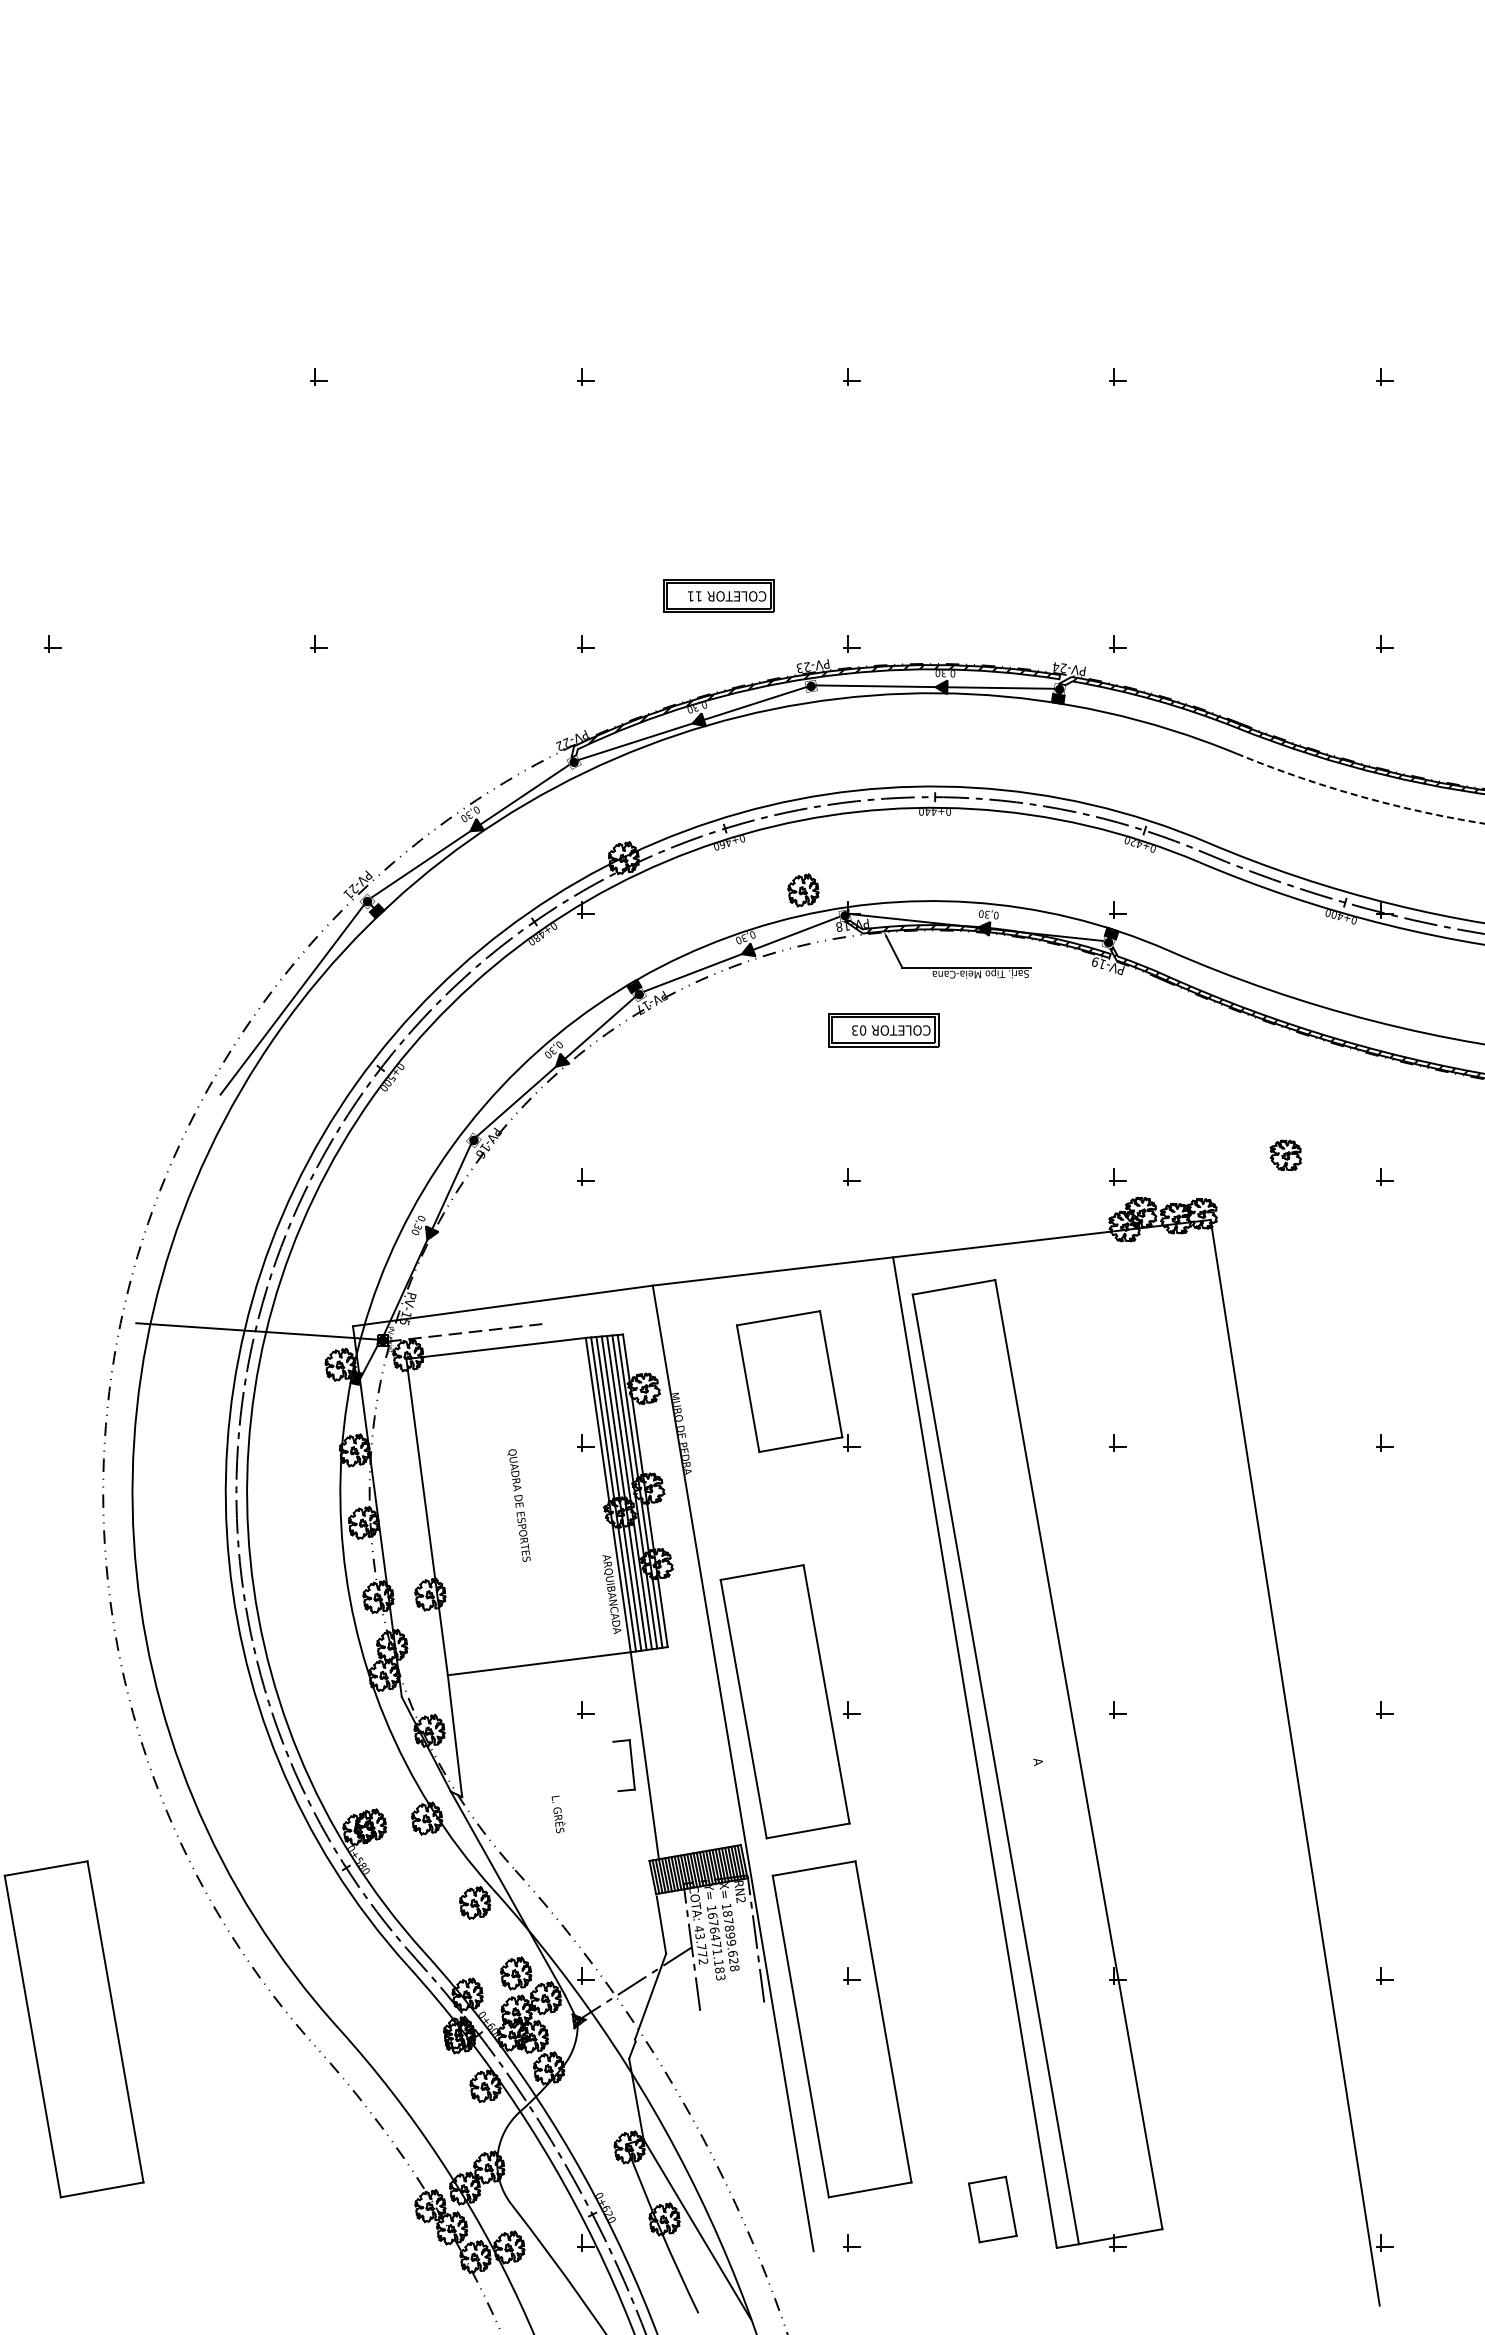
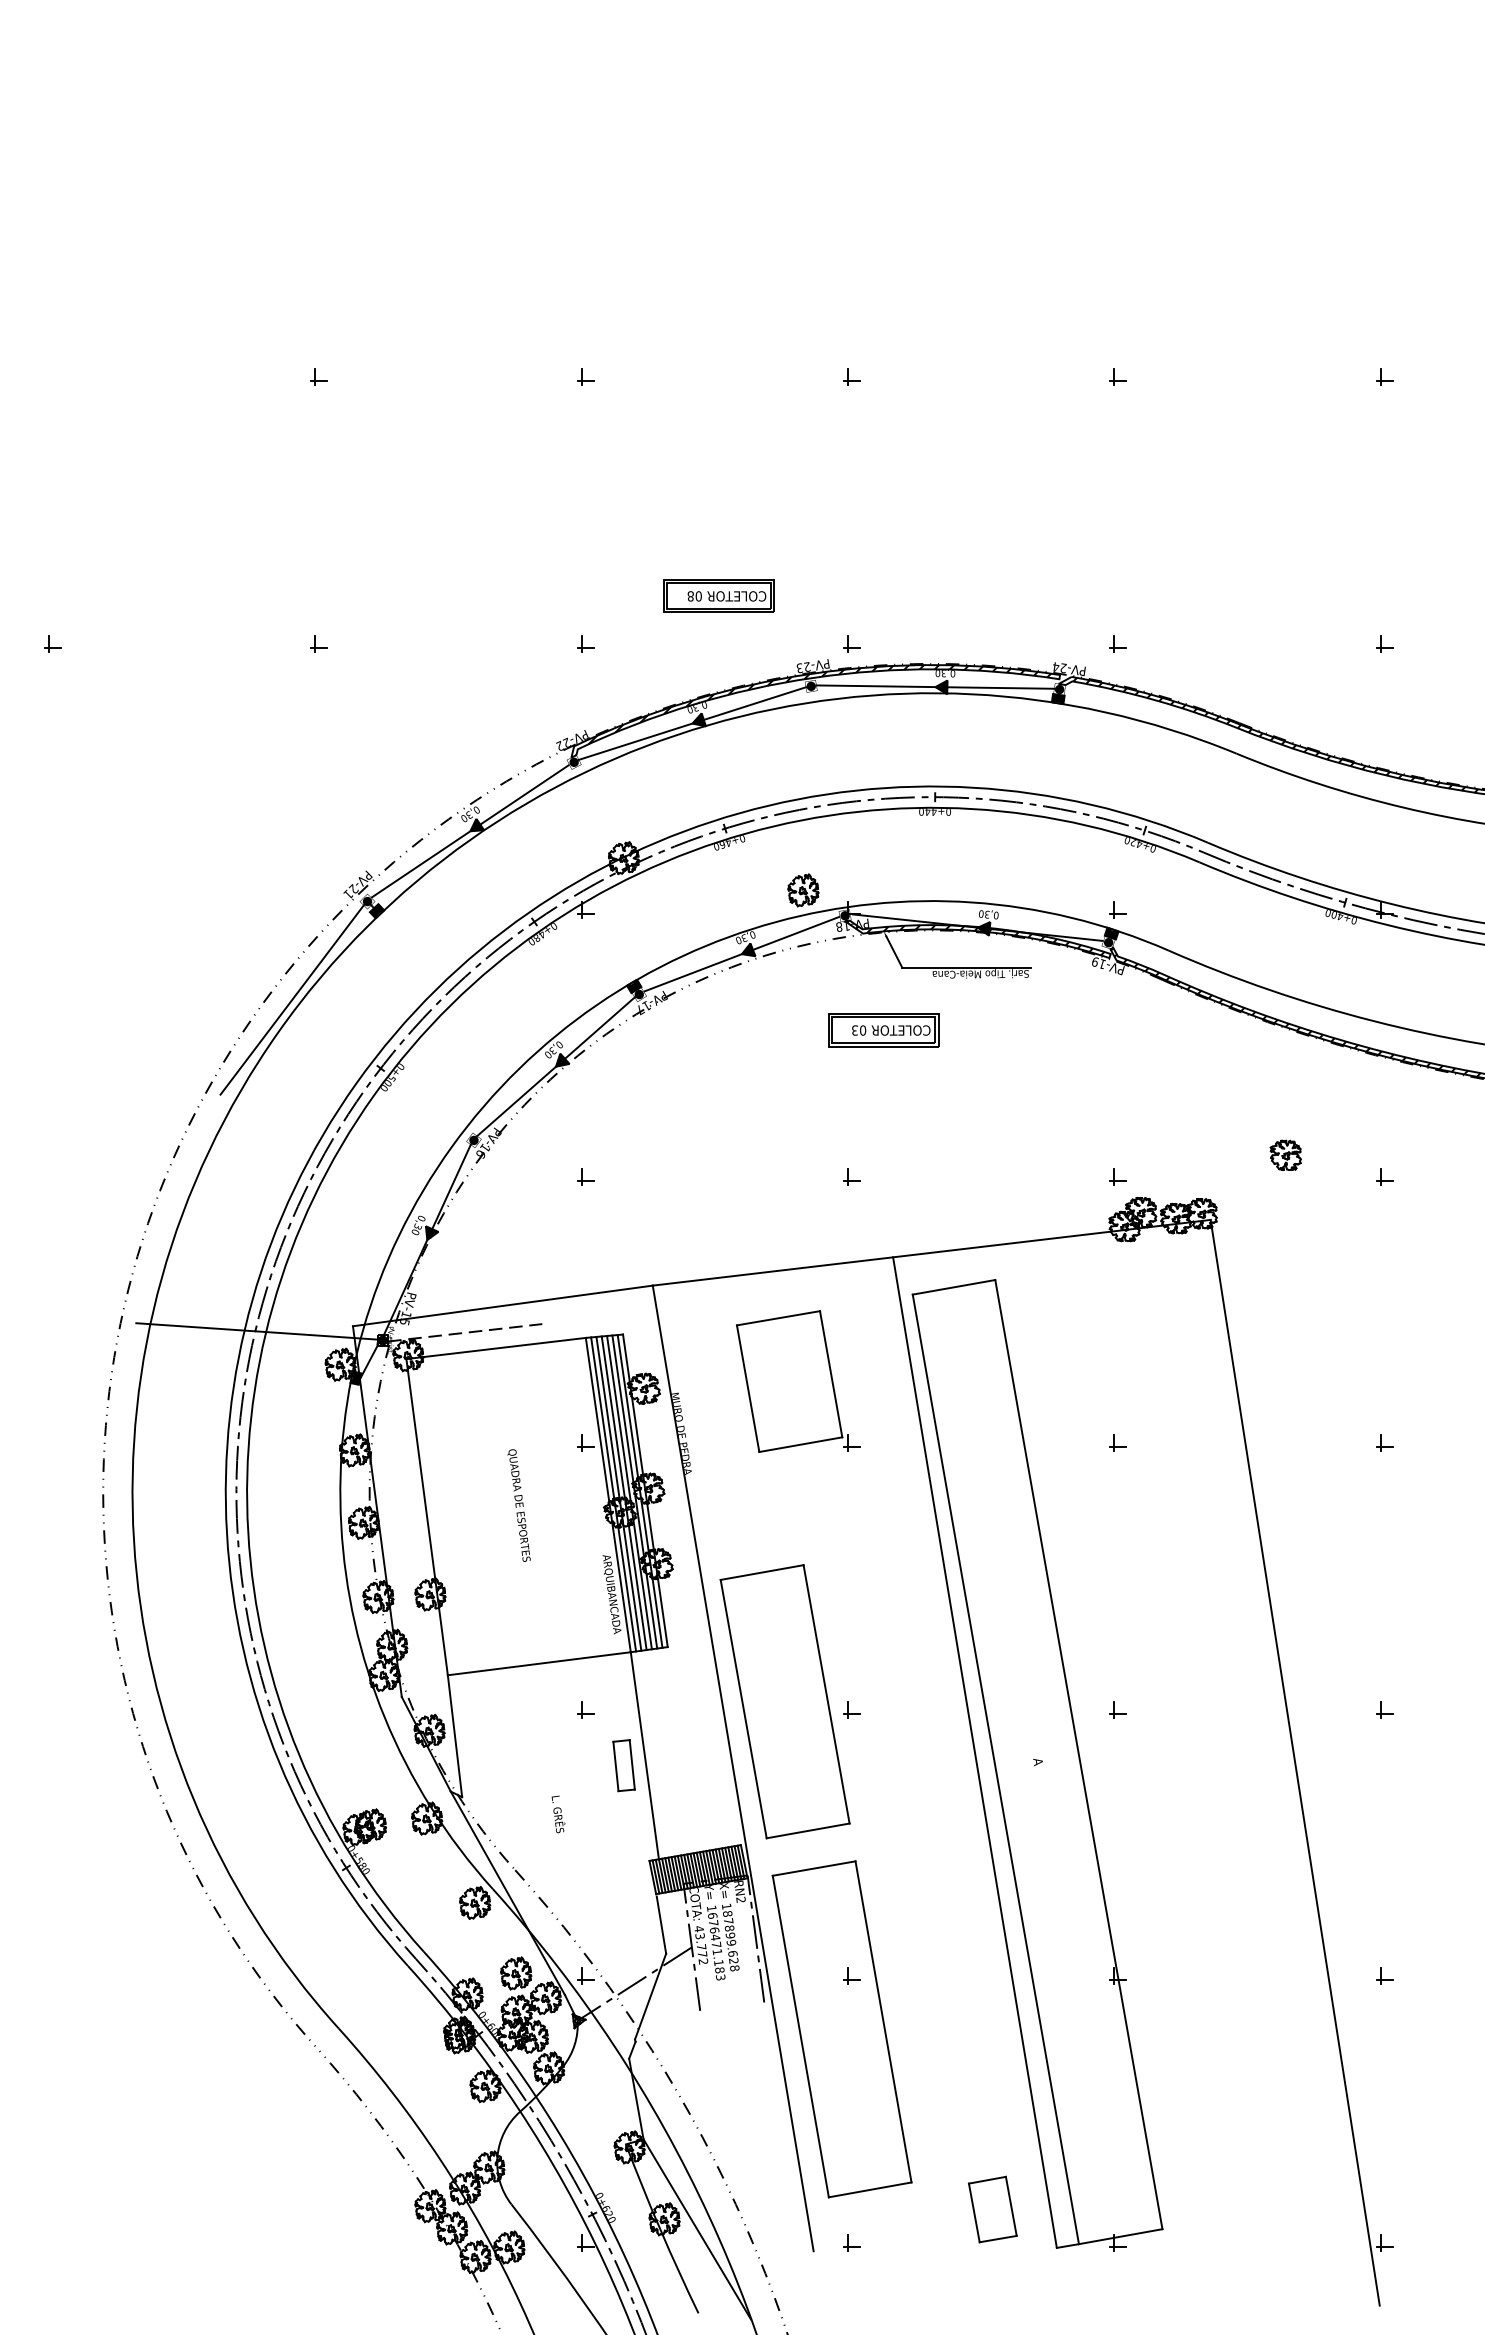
text at (694, 596): 11 -> 08
arc at (1359, 796): dashed -> solid
line at (615, 1766): none -> present
part at (73, 2029): present -> none
